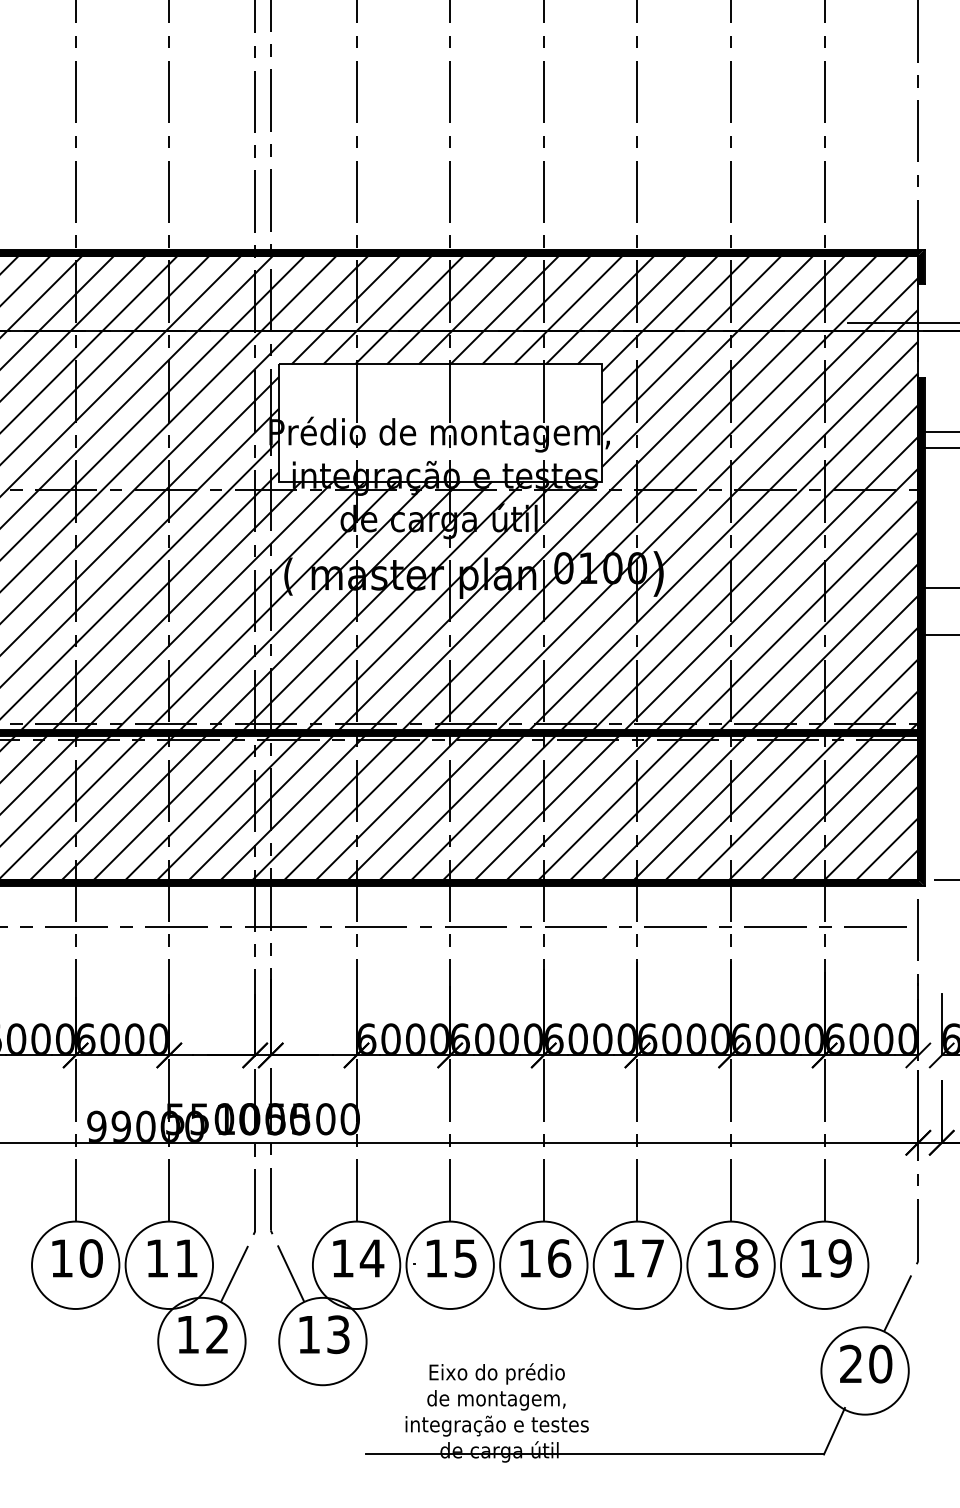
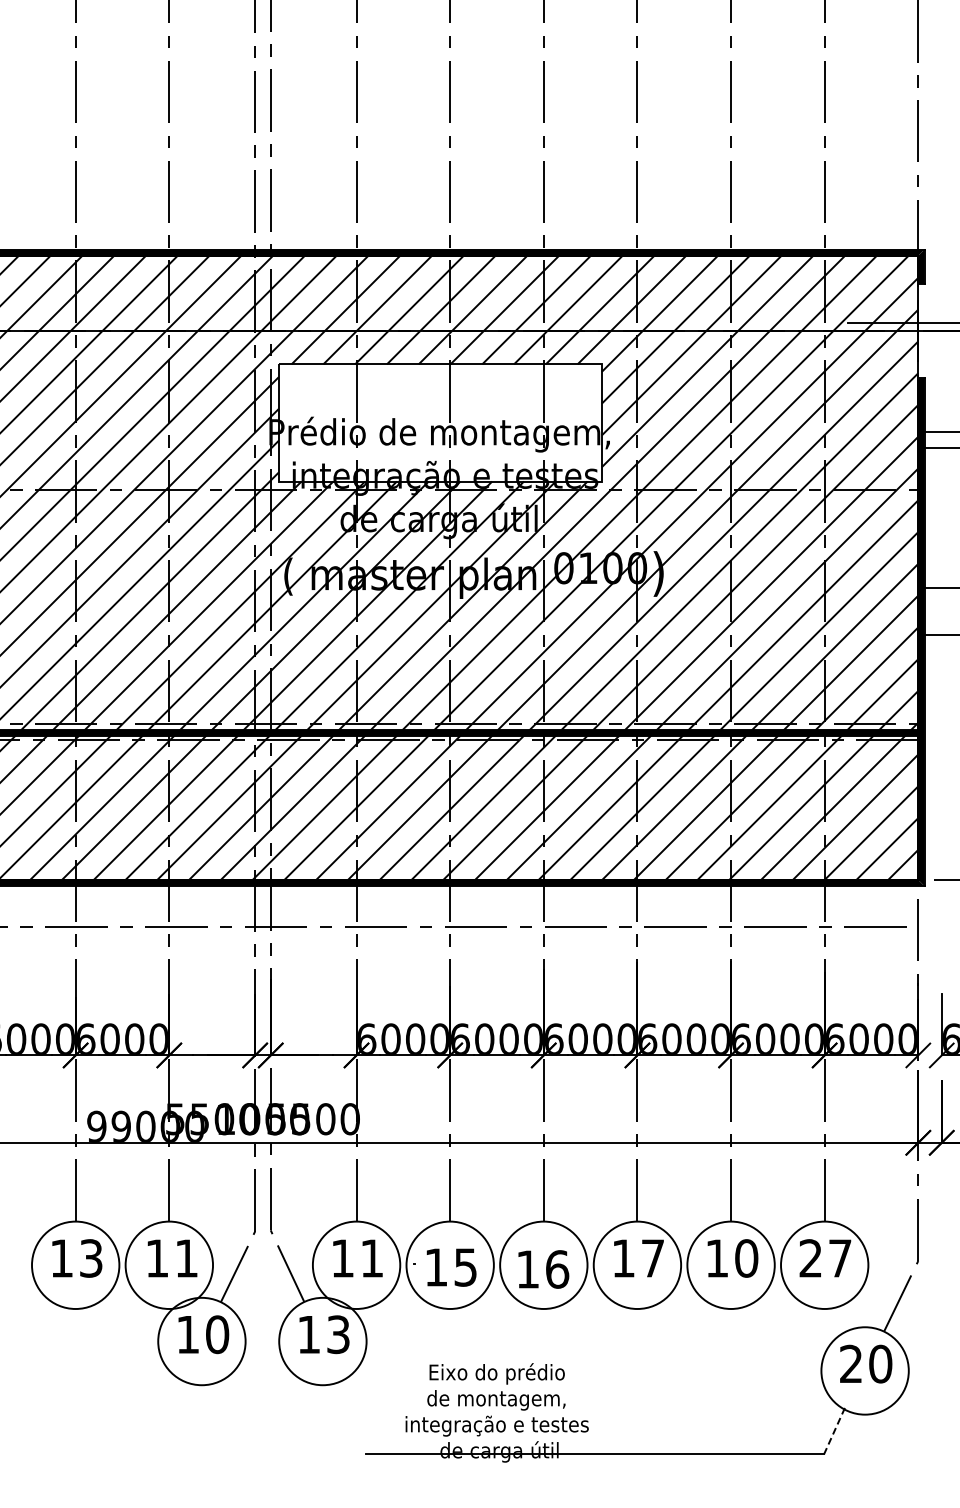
text at (90, 1258): 10 -> 13
text at (371, 1258): 14 -> 11
text at (451, 1258) position: (451, 1258) -> (451, 1267)
text at (545, 1258) position: (545, 1258) -> (543, 1269)
text at (746, 1258): 18 -> 10
text at (825, 1258): 19 -> 27
text at (217, 1334): 12 -> 10
line at (834, 1431): solid -> dashed
